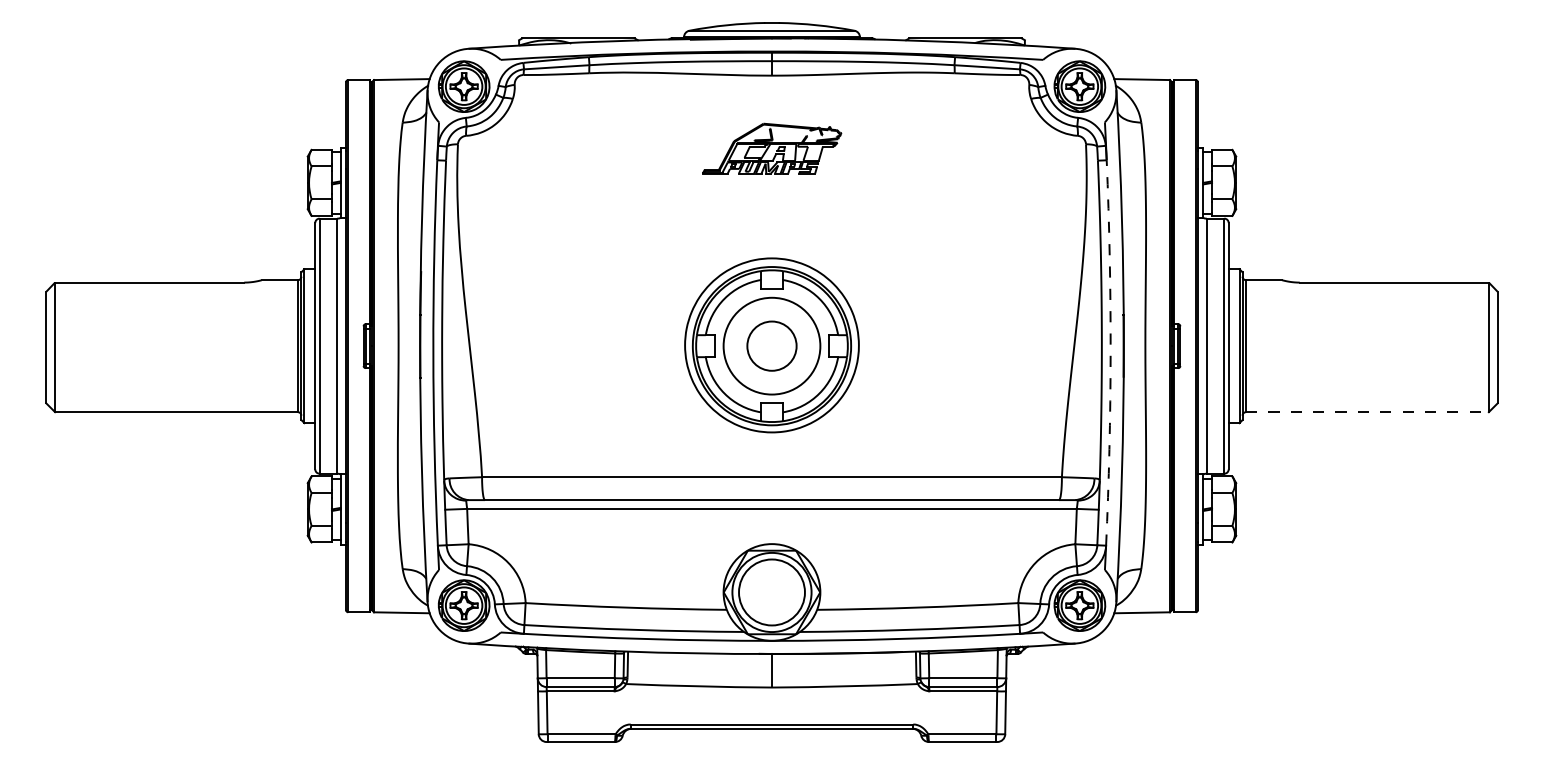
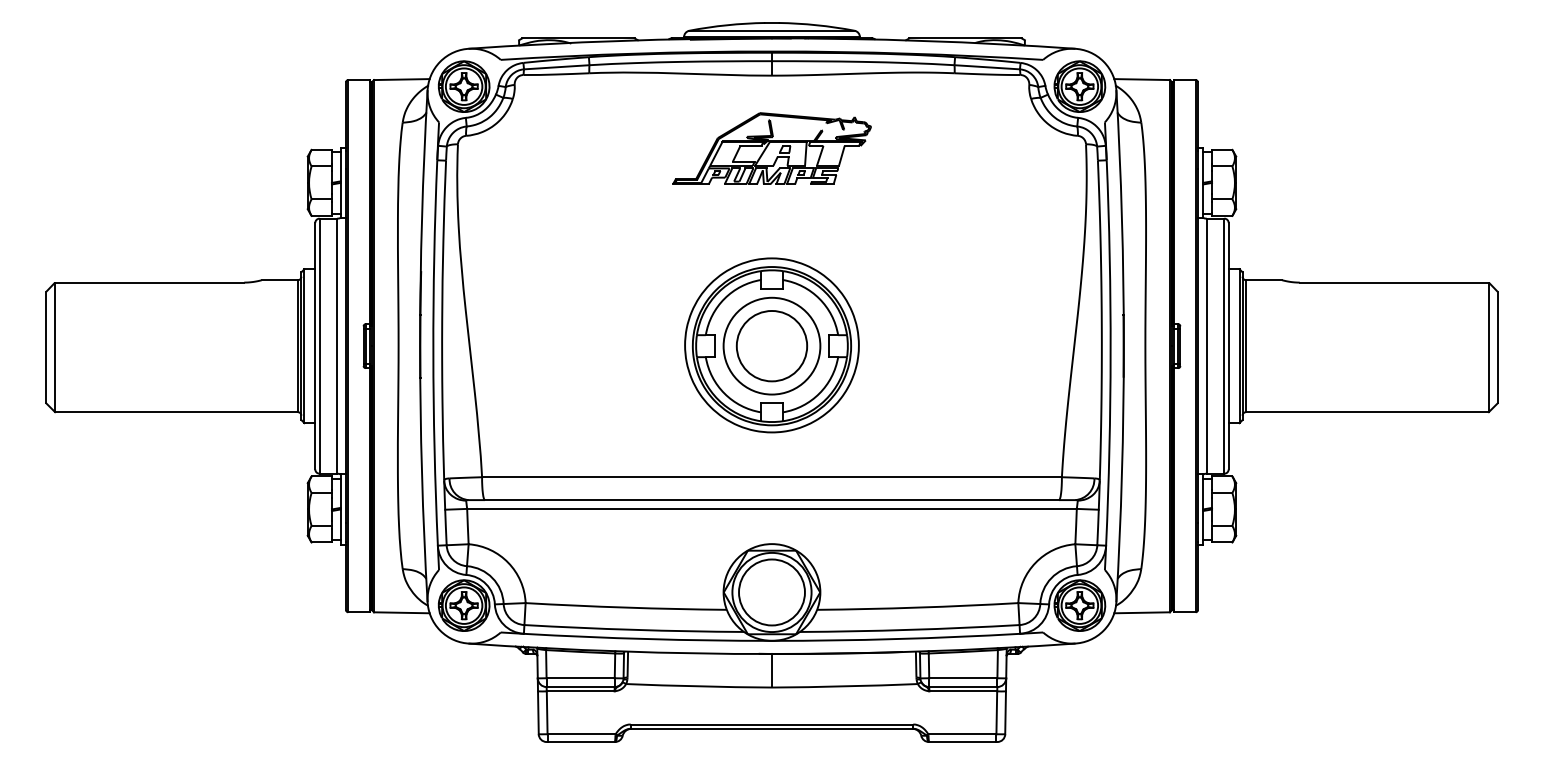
part at (772, 148) size: 141x53 px -> 200x73 px
circle at (771, 345) diameter: 49 px -> 70 px
arc at (1110, 352): dashed -> solid
line at (1367, 412): dashed -> solid
